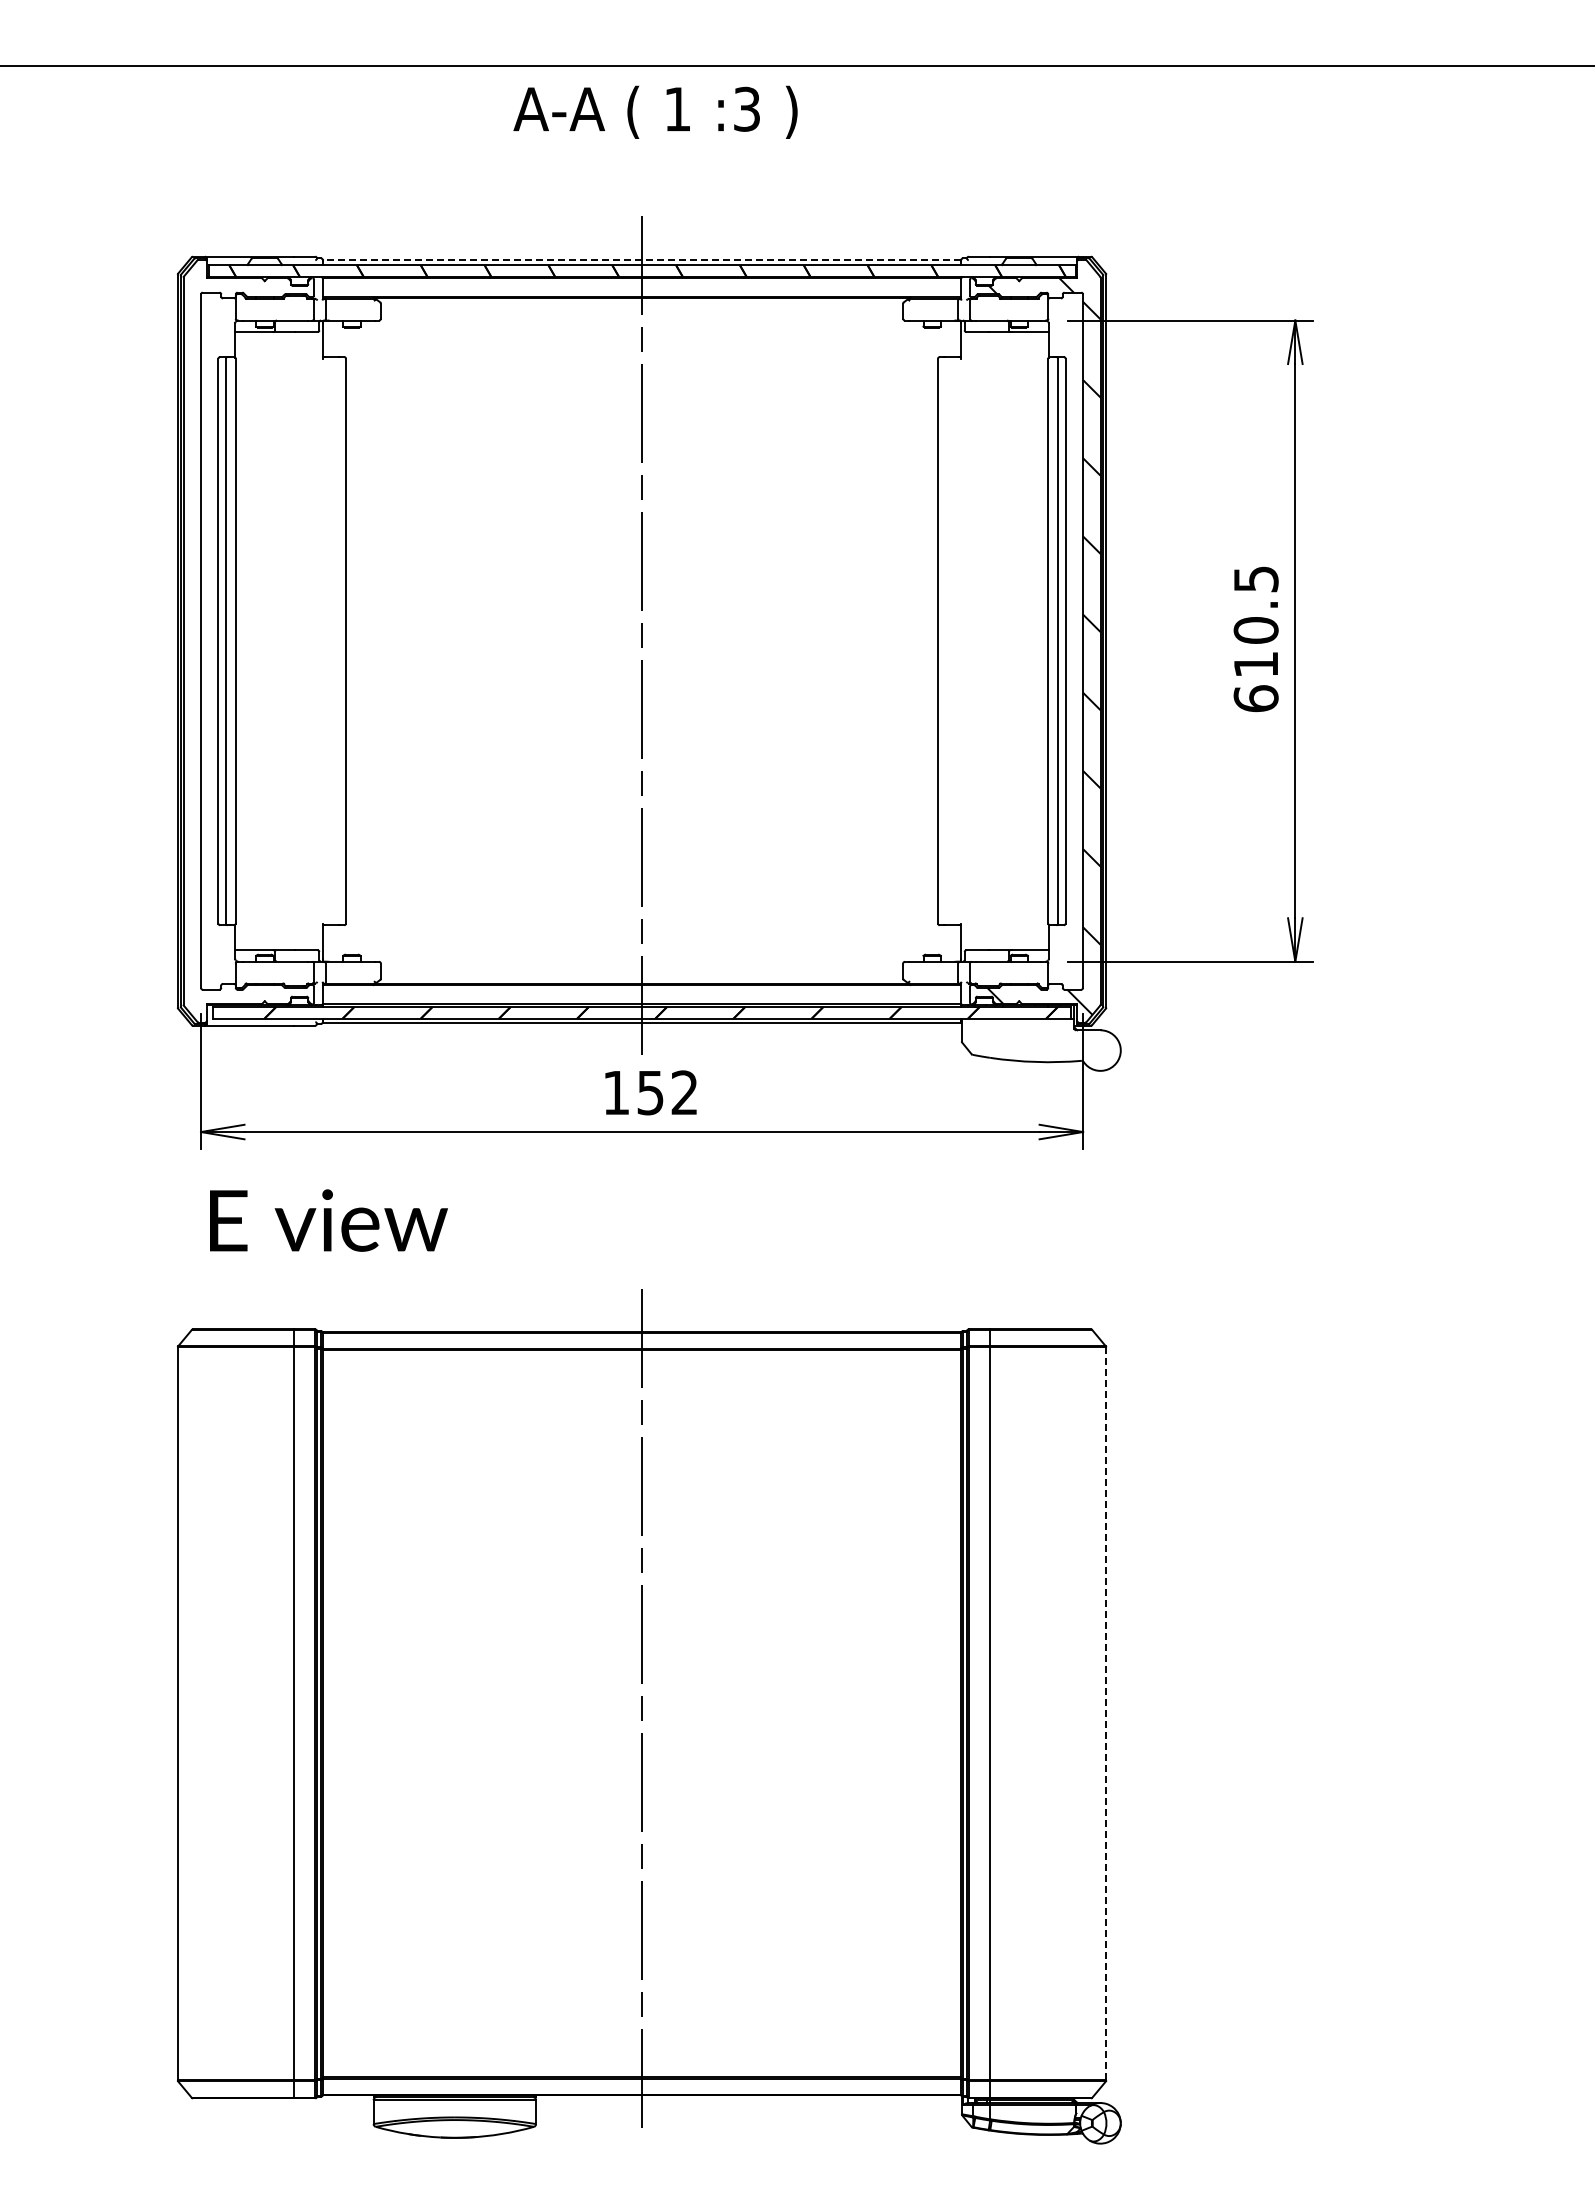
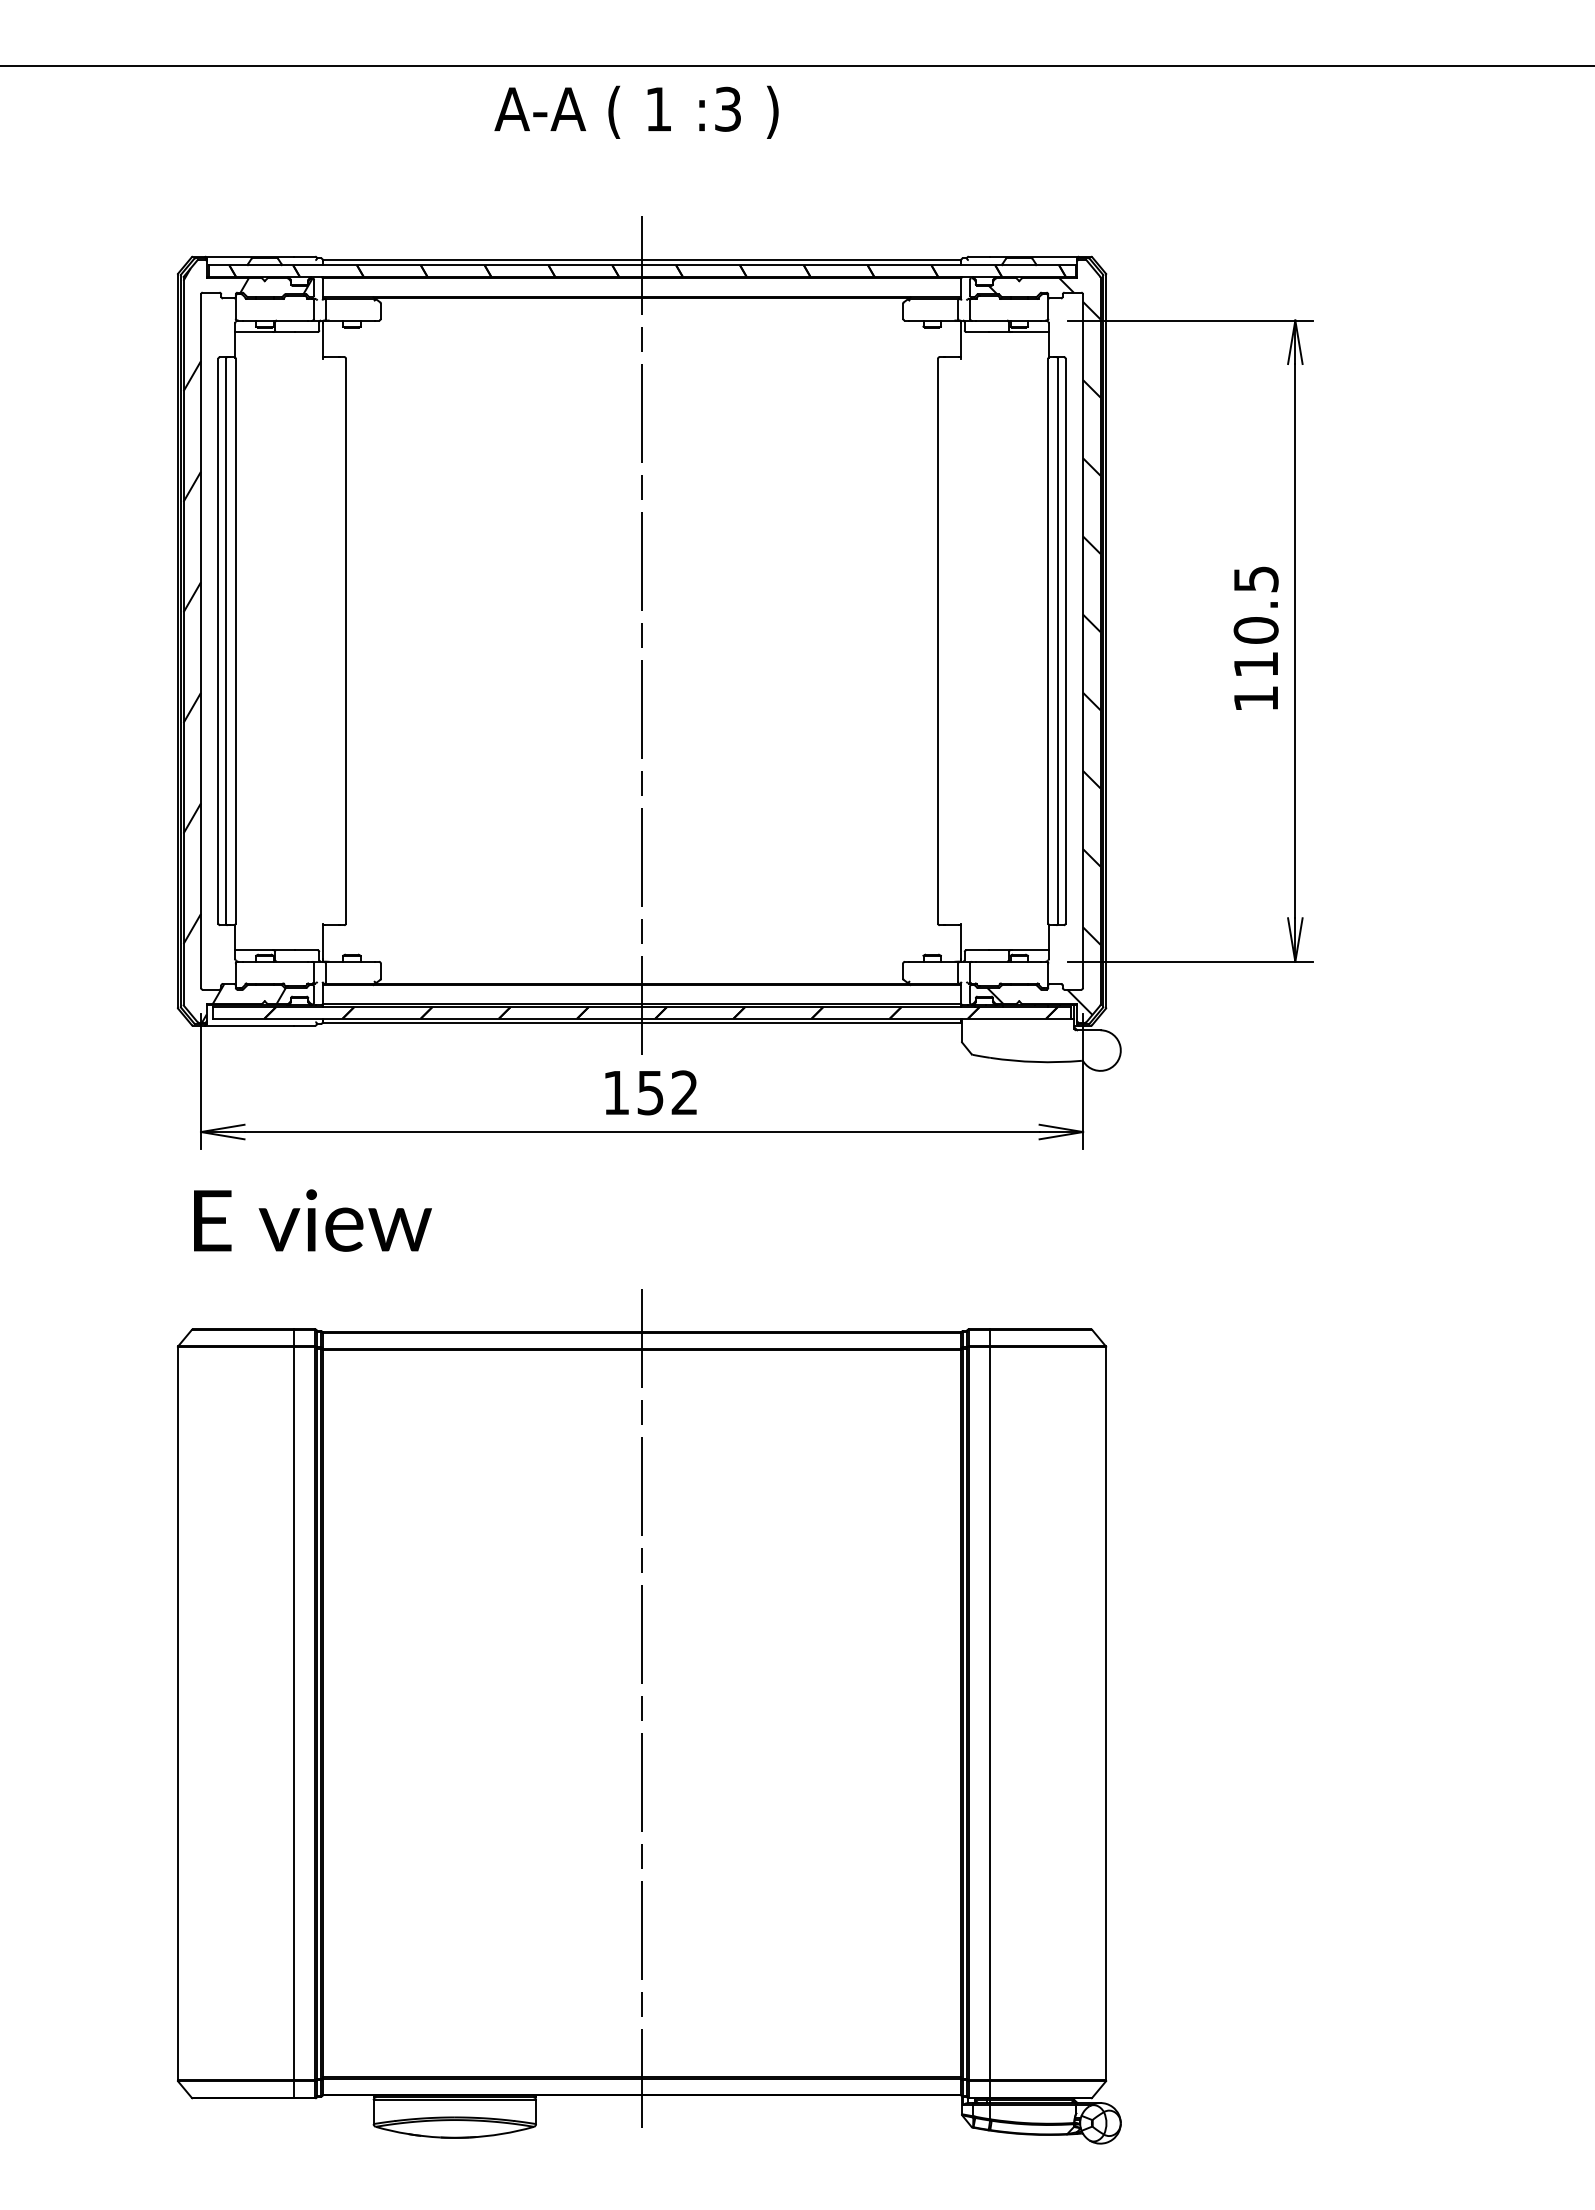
text at (655, 111) position: (655, 111) -> (636, 111)
line at (641, 259): dashed -> solid
hatch at (247, 645): none -> present
text at (1255, 698): 610.5 -> 110.5
text at (328, 1220) position: (328, 1220) -> (312, 1220)
line at (1106, 1713): dashed -> solid
